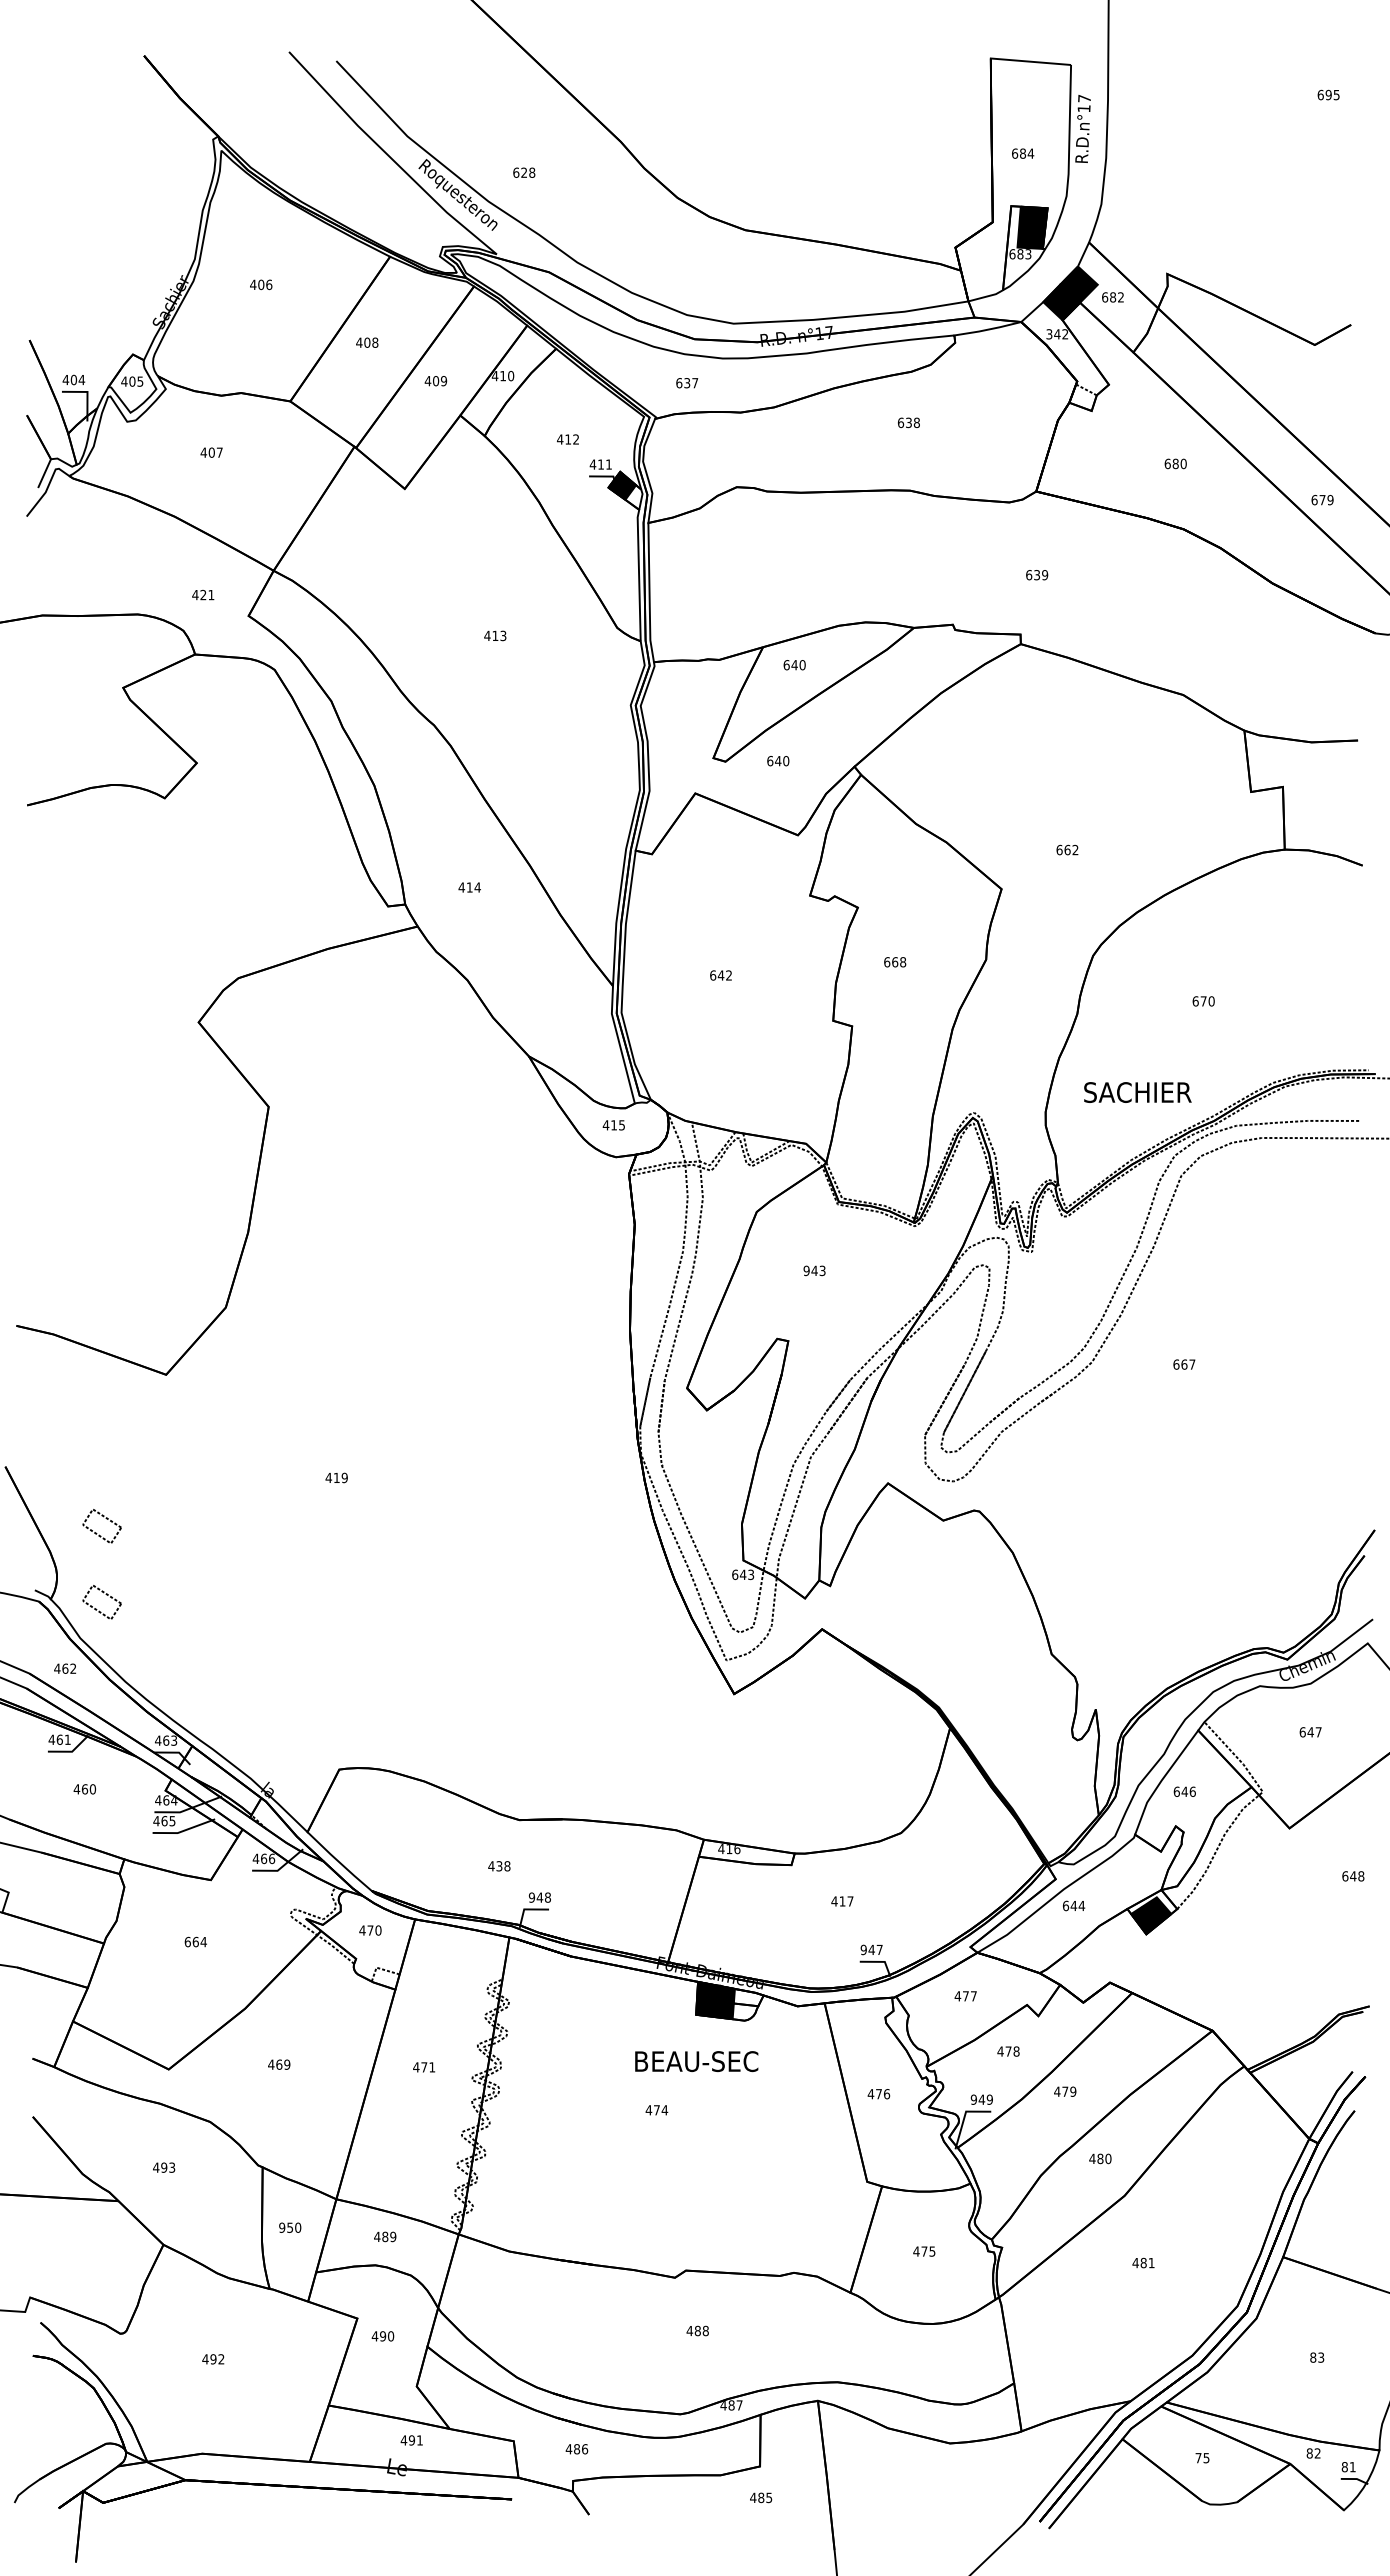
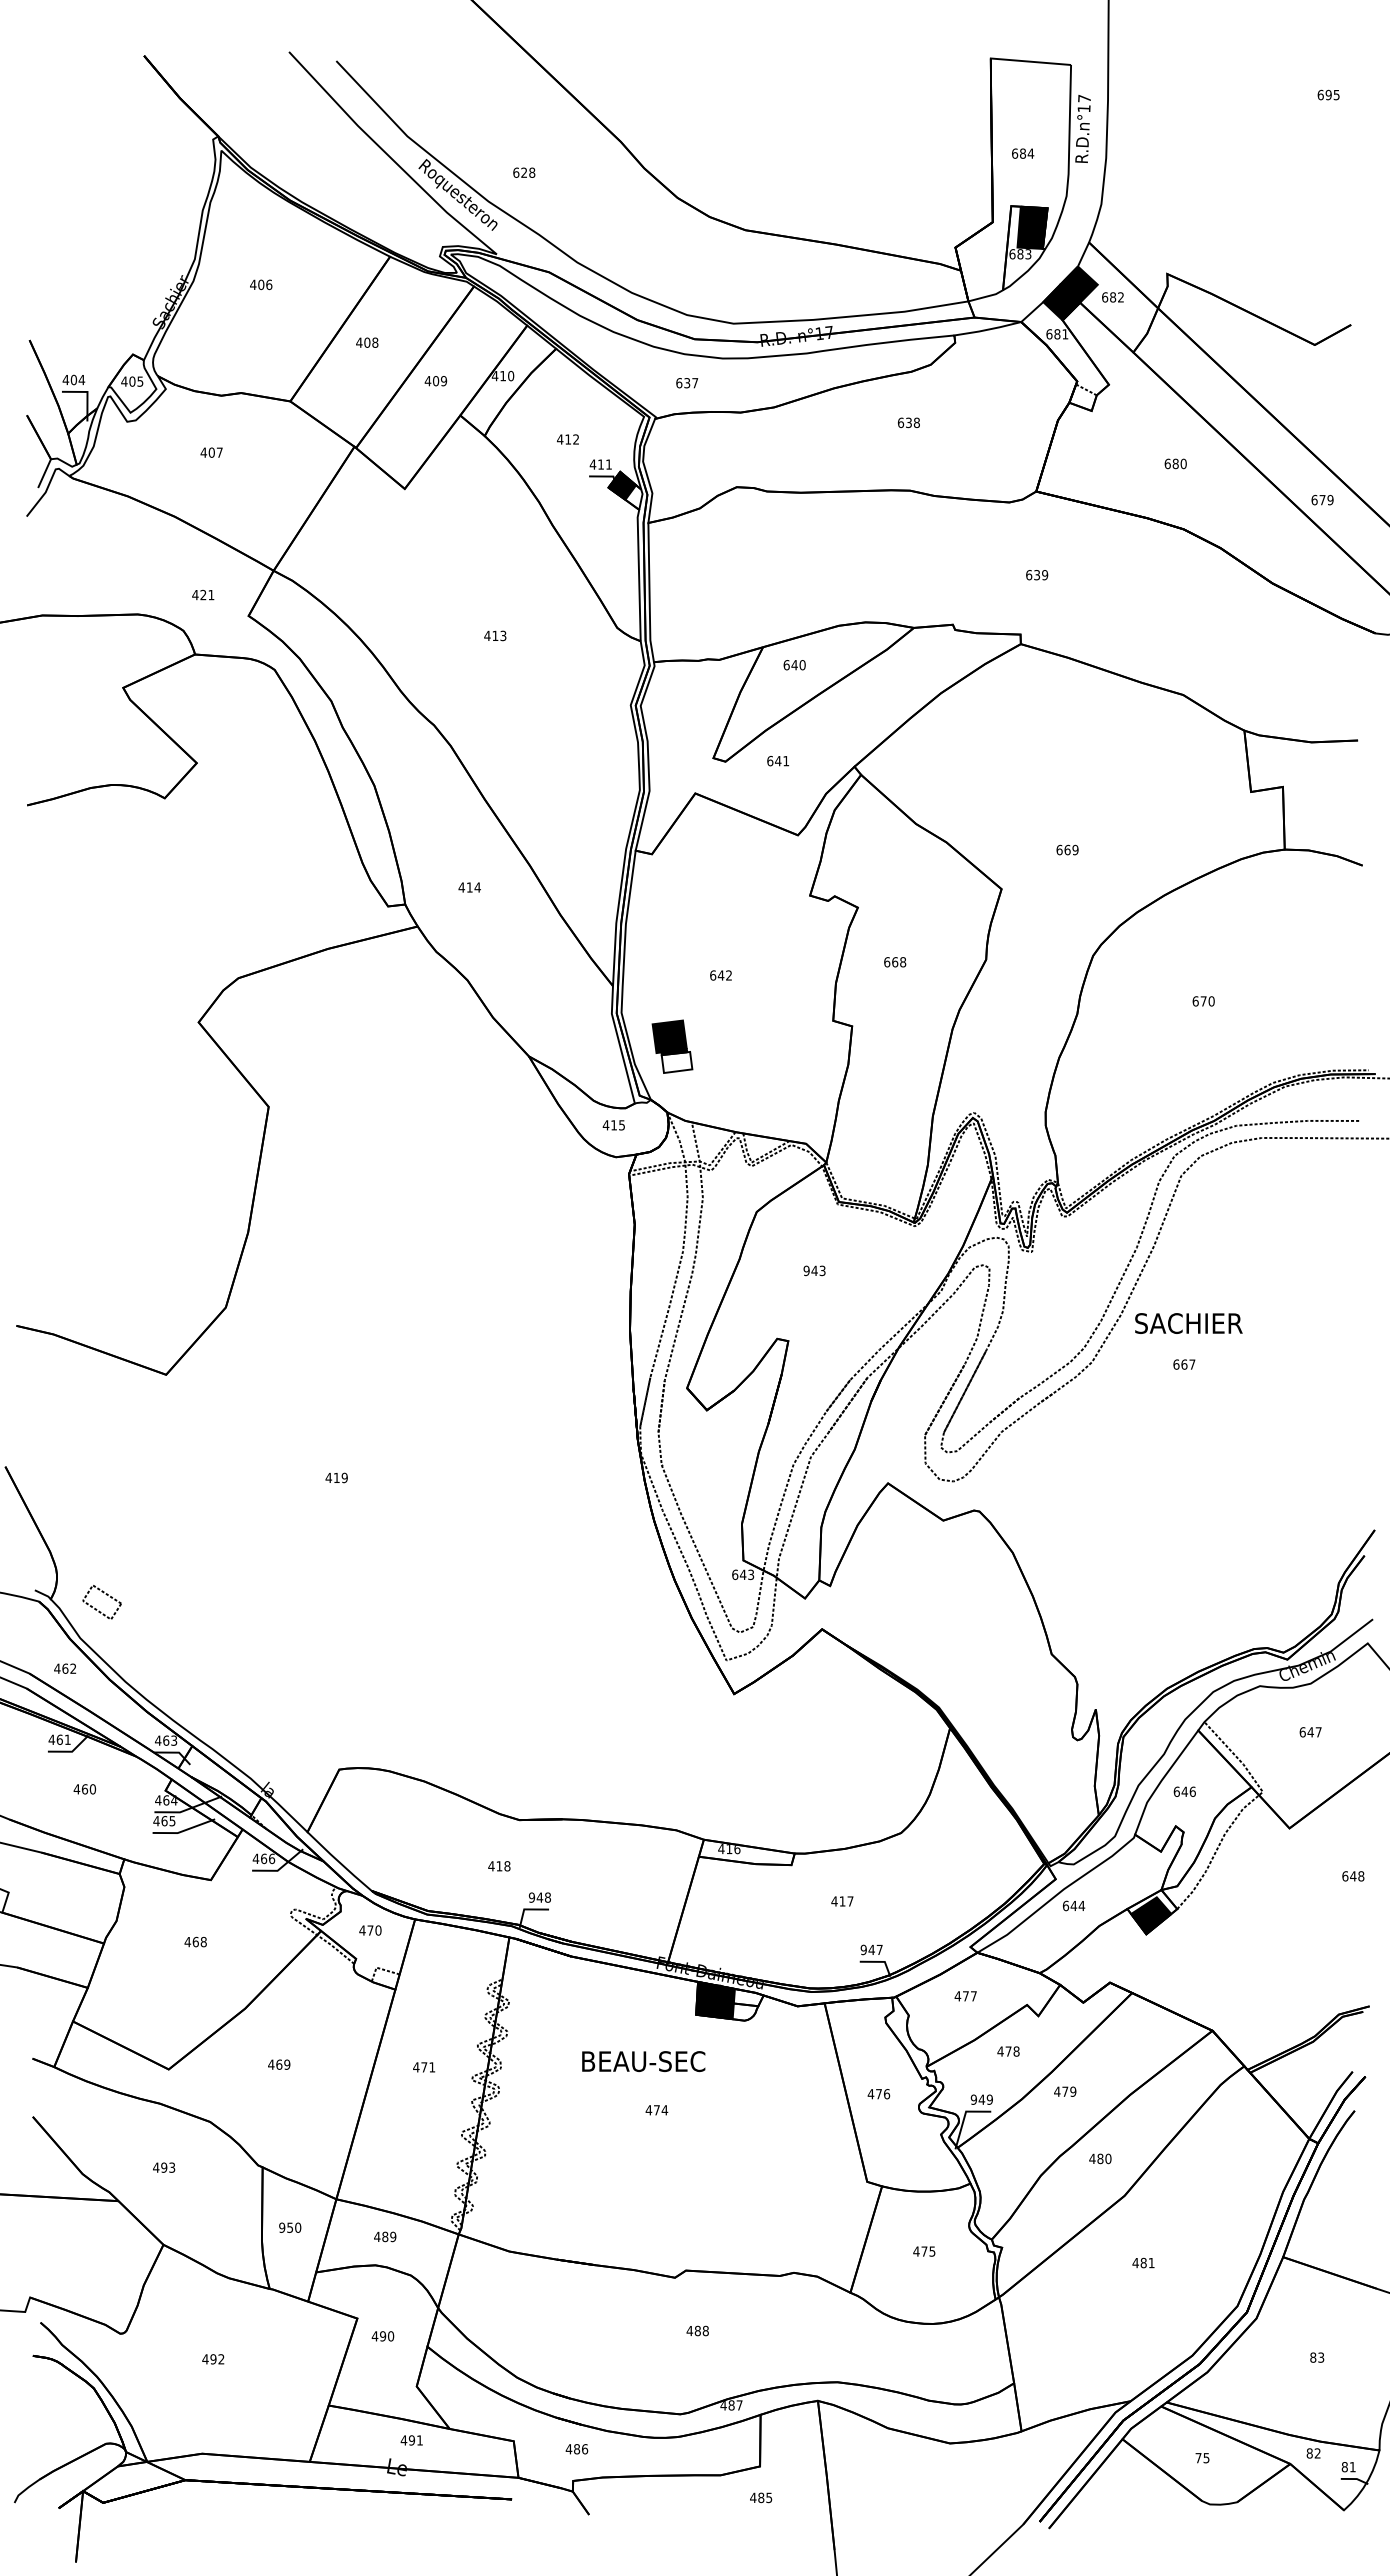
text at (1056, 334): 342 -> 681
text at (786, 761): 640 -> 641
text at (1075, 850): 662 -> 669
part at (672, 1046): none -> present
text at (1137, 1092) position: (1137, 1092) -> (1188, 1323)
part at (96, 1532): present -> none
text at (499, 1866): 438 -> 418
text at (195, 1941): 664 -> 468
text at (696, 2061) position: (696, 2061) -> (643, 2061)
